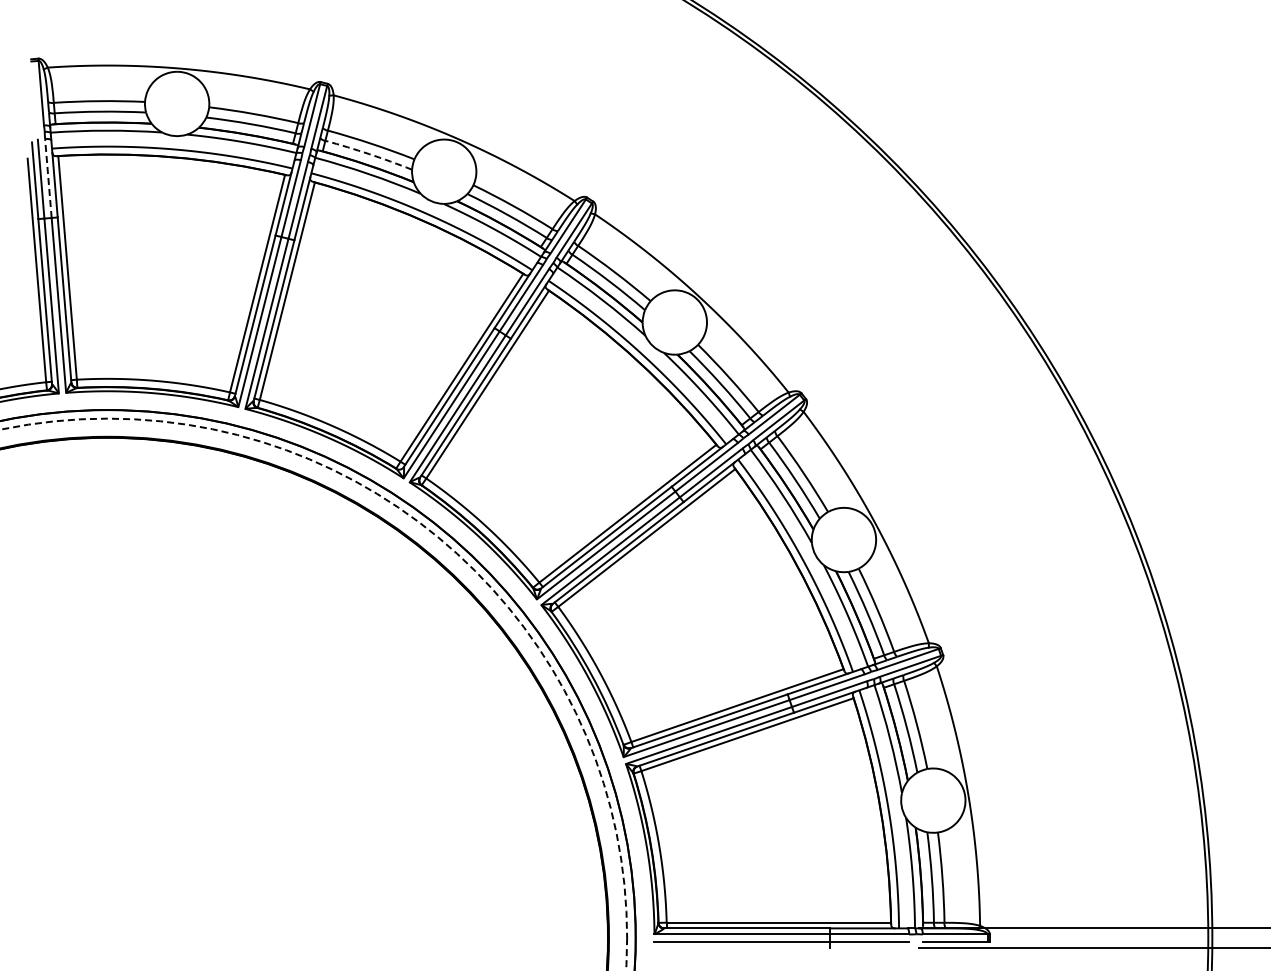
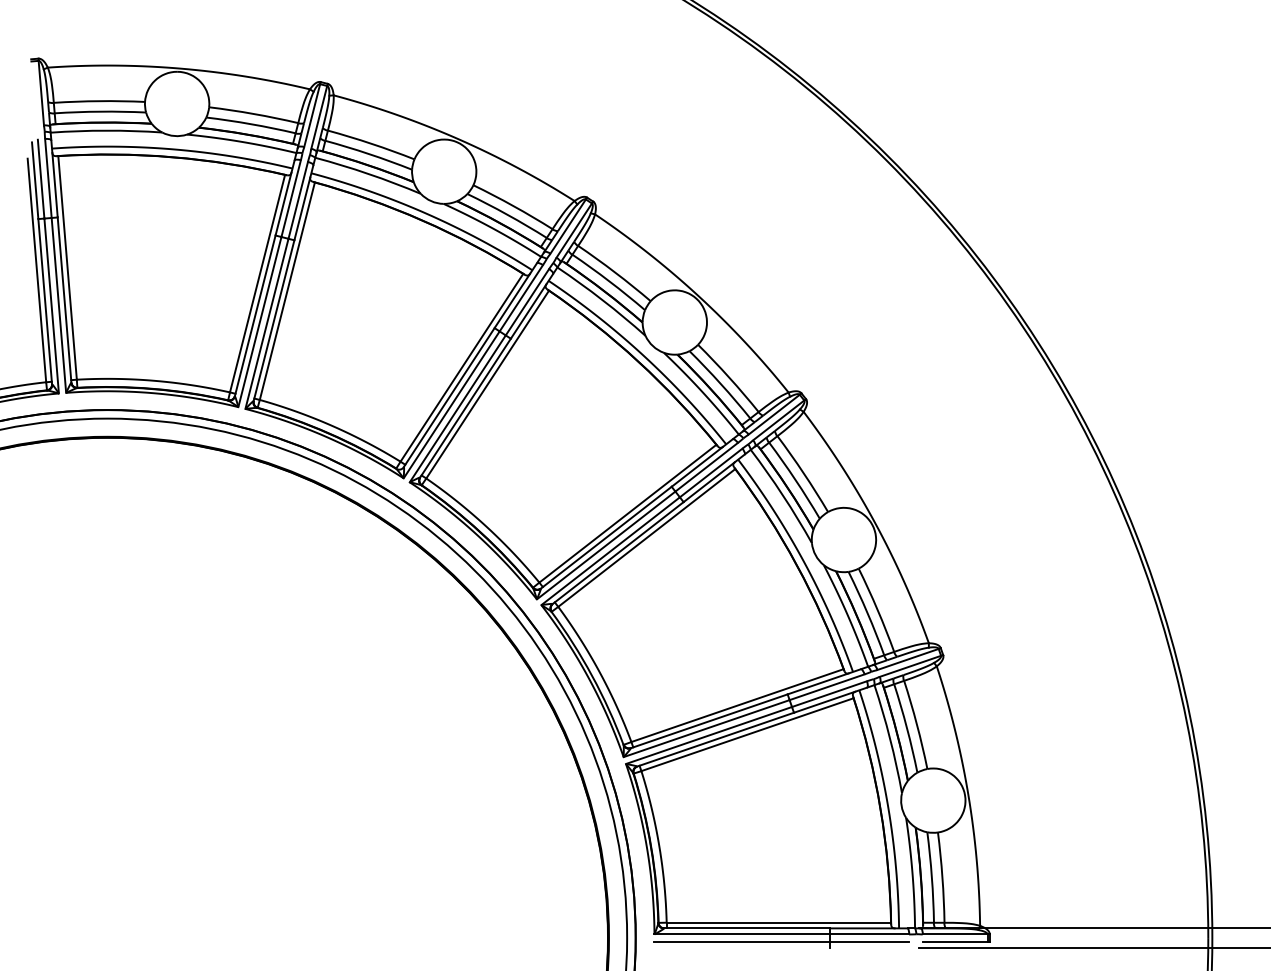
arc at (369, 154): dashed -> solid
line at (48, 178): dashed -> solid
circle at (313, 694): dashed -> solid
